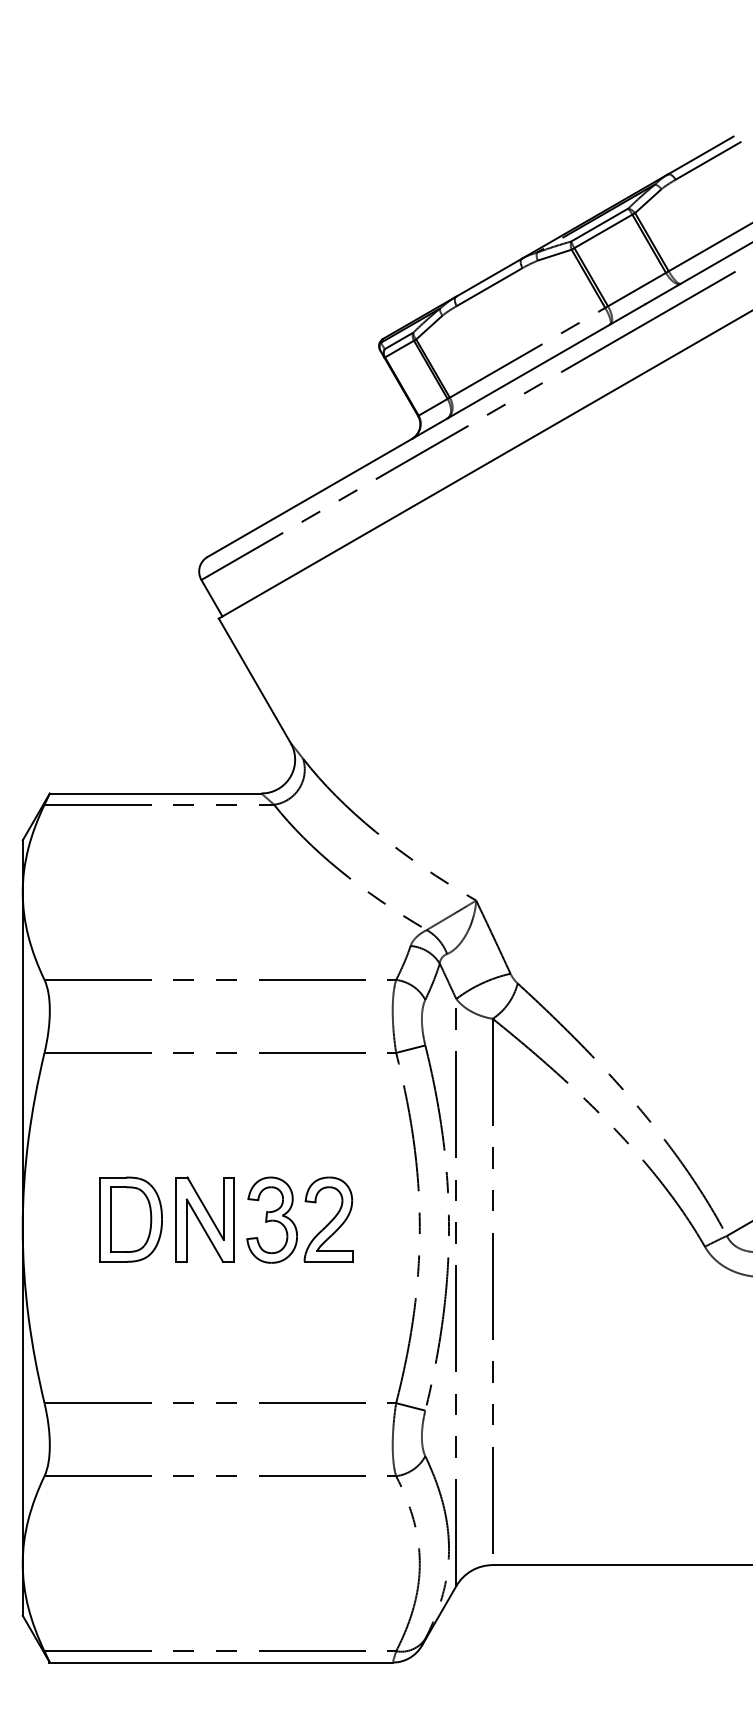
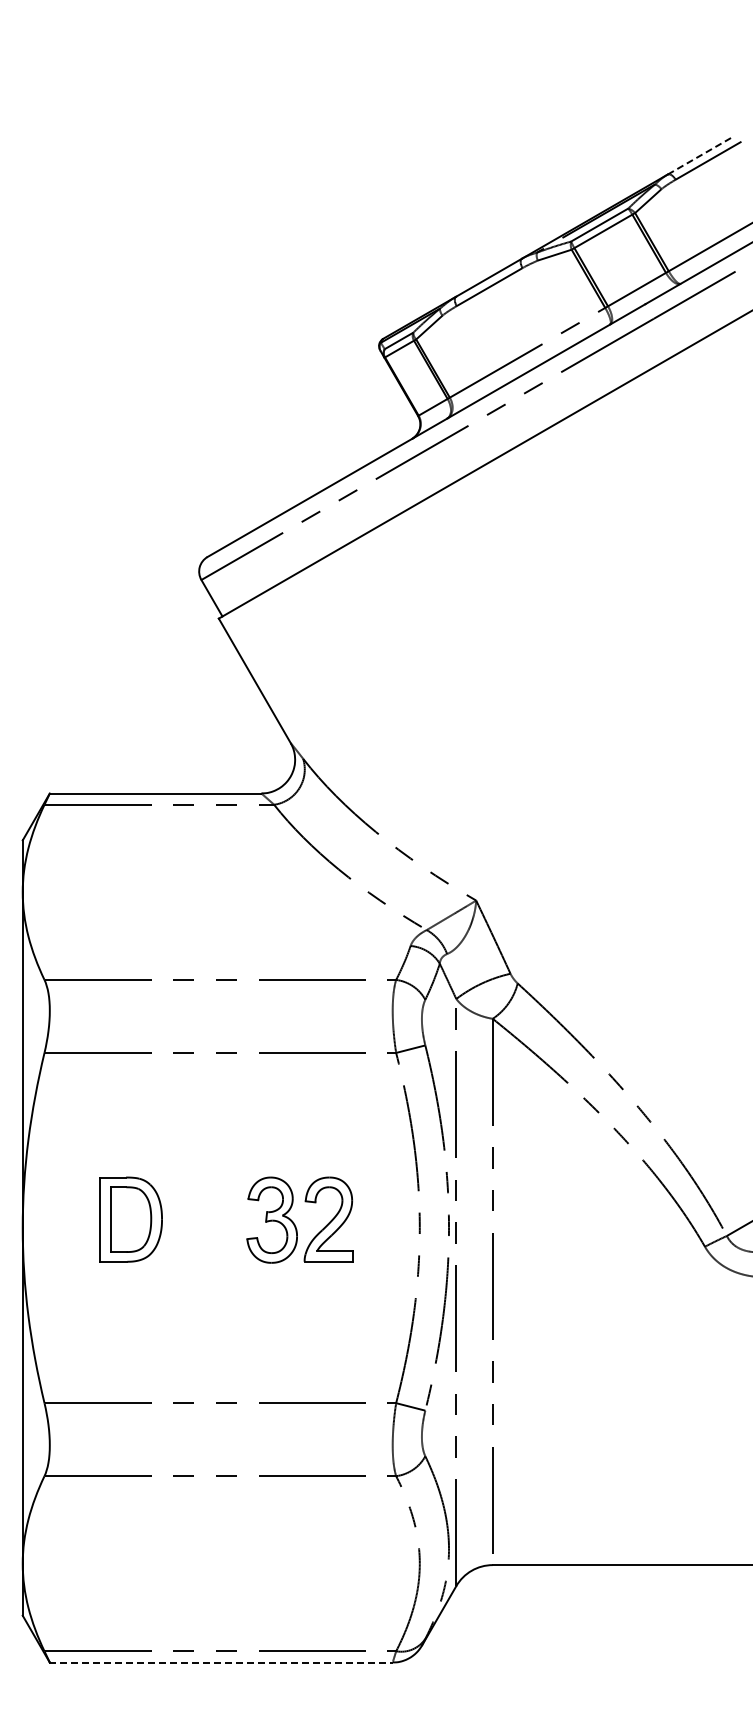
line at (701, 155): solid -> dashed
part at (204, 1219): present -> none
line at (221, 1662): solid -> dashed
